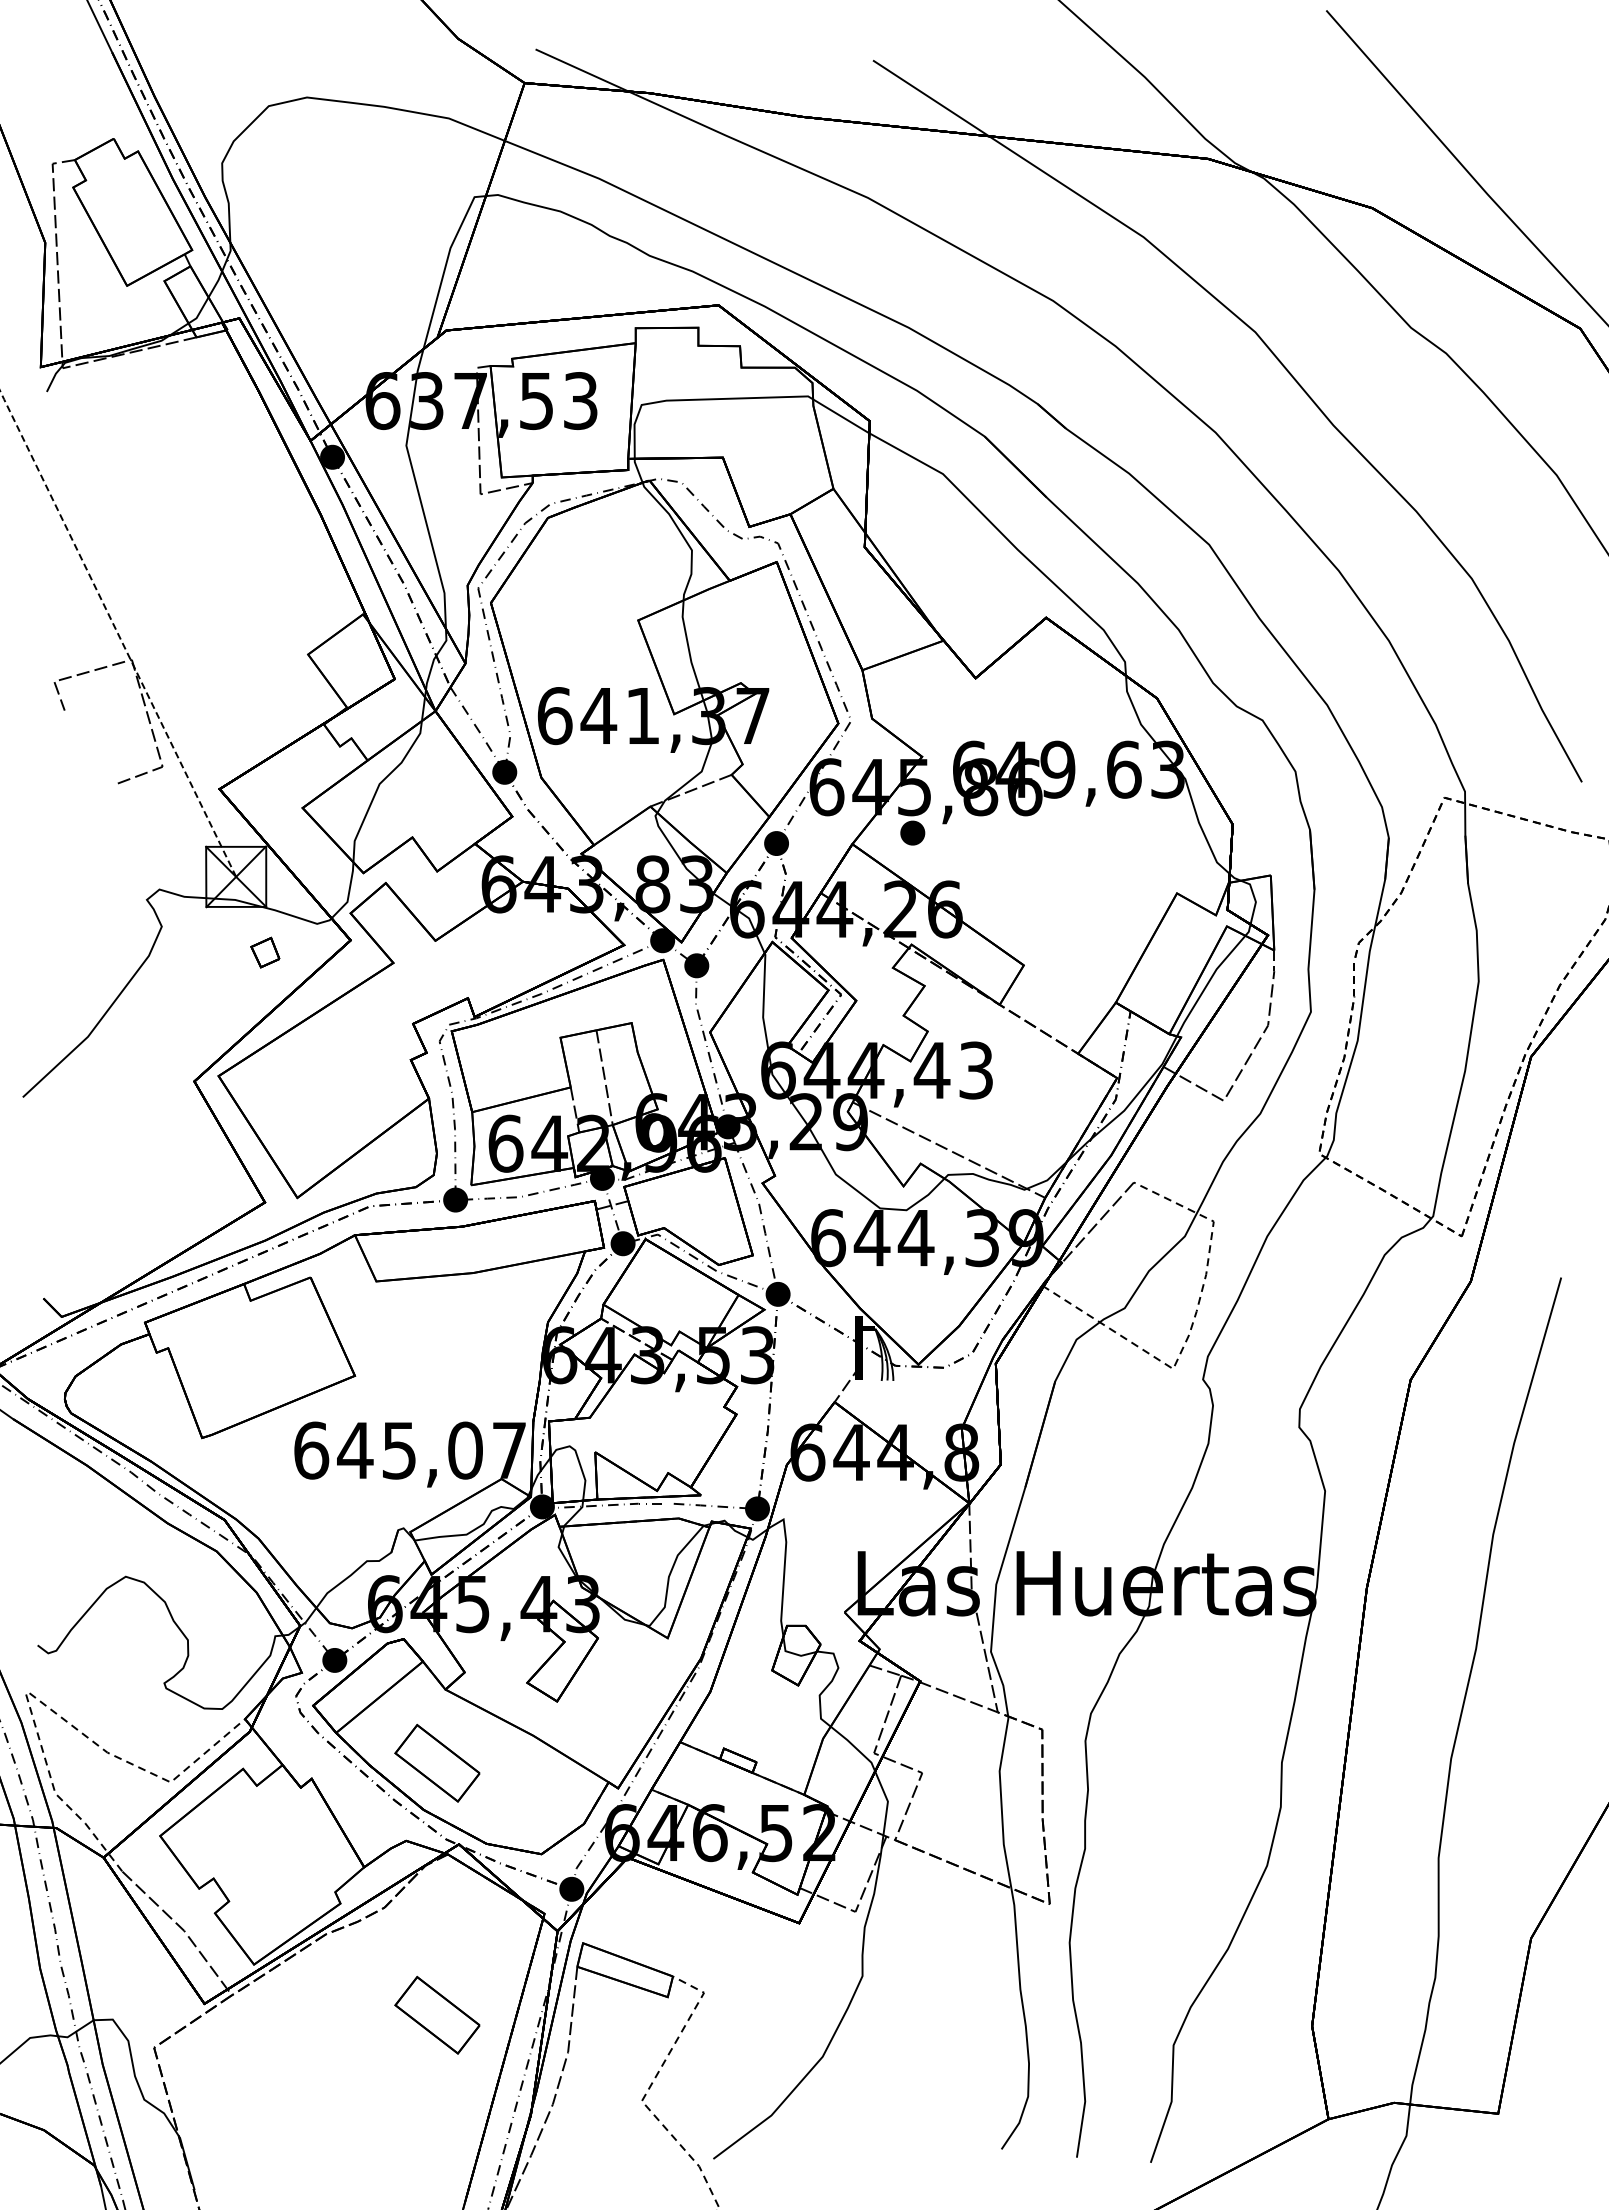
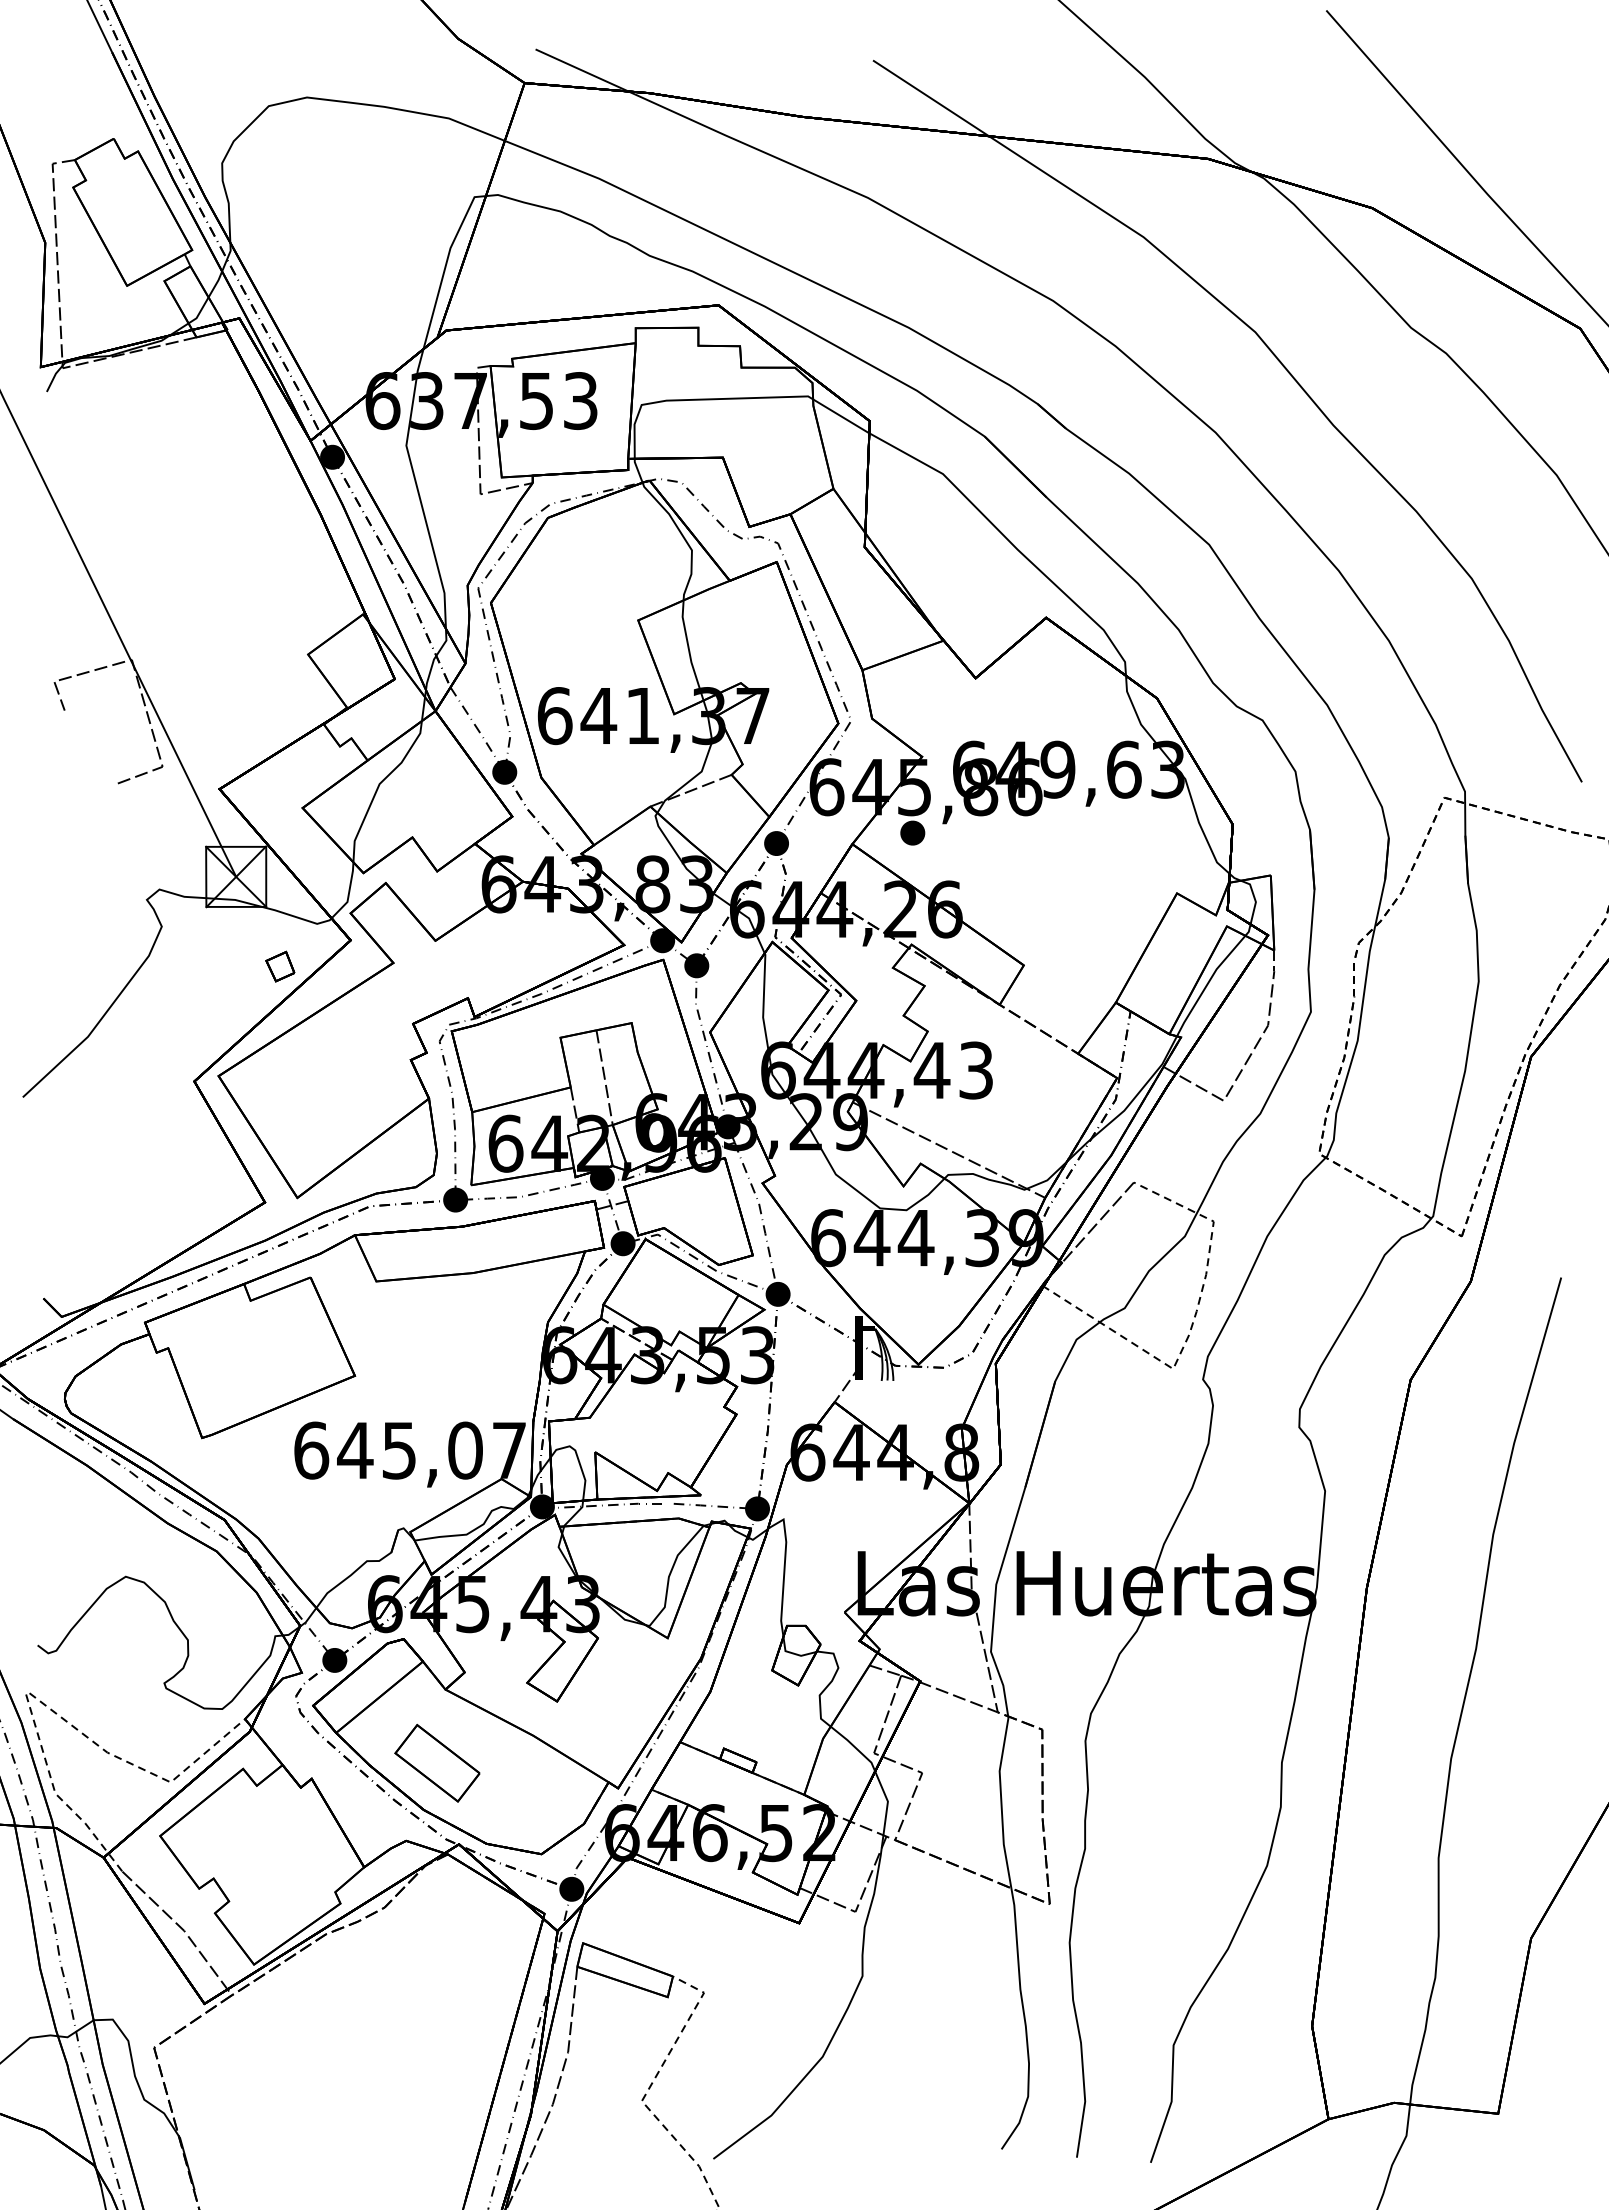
line at (117, 633): dashed -> solid
part at (265, 952) position: (265, 952) -> (280, 966)
part at (437, 2014): present -> none
